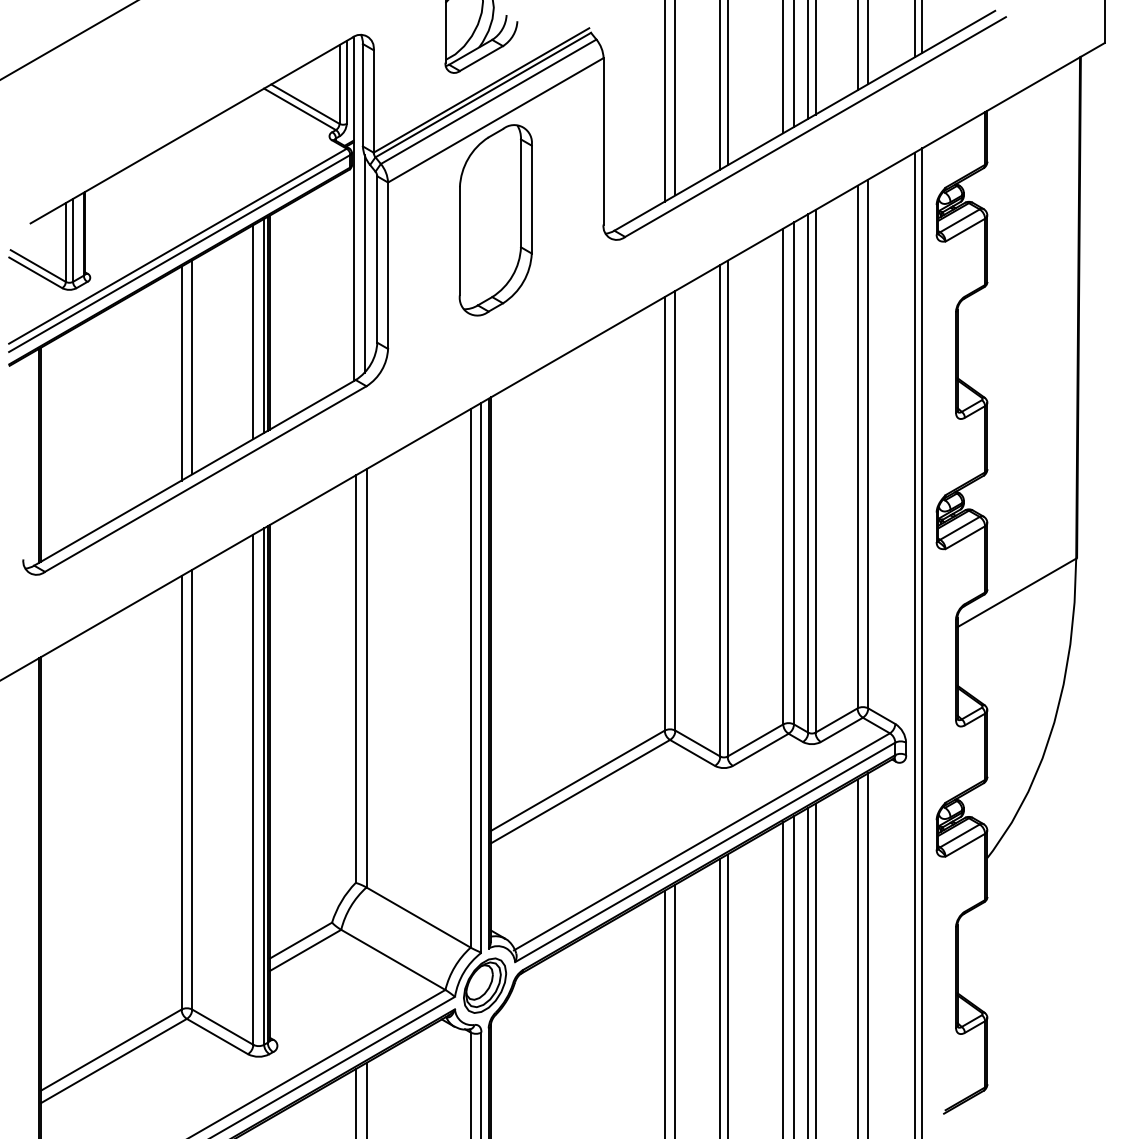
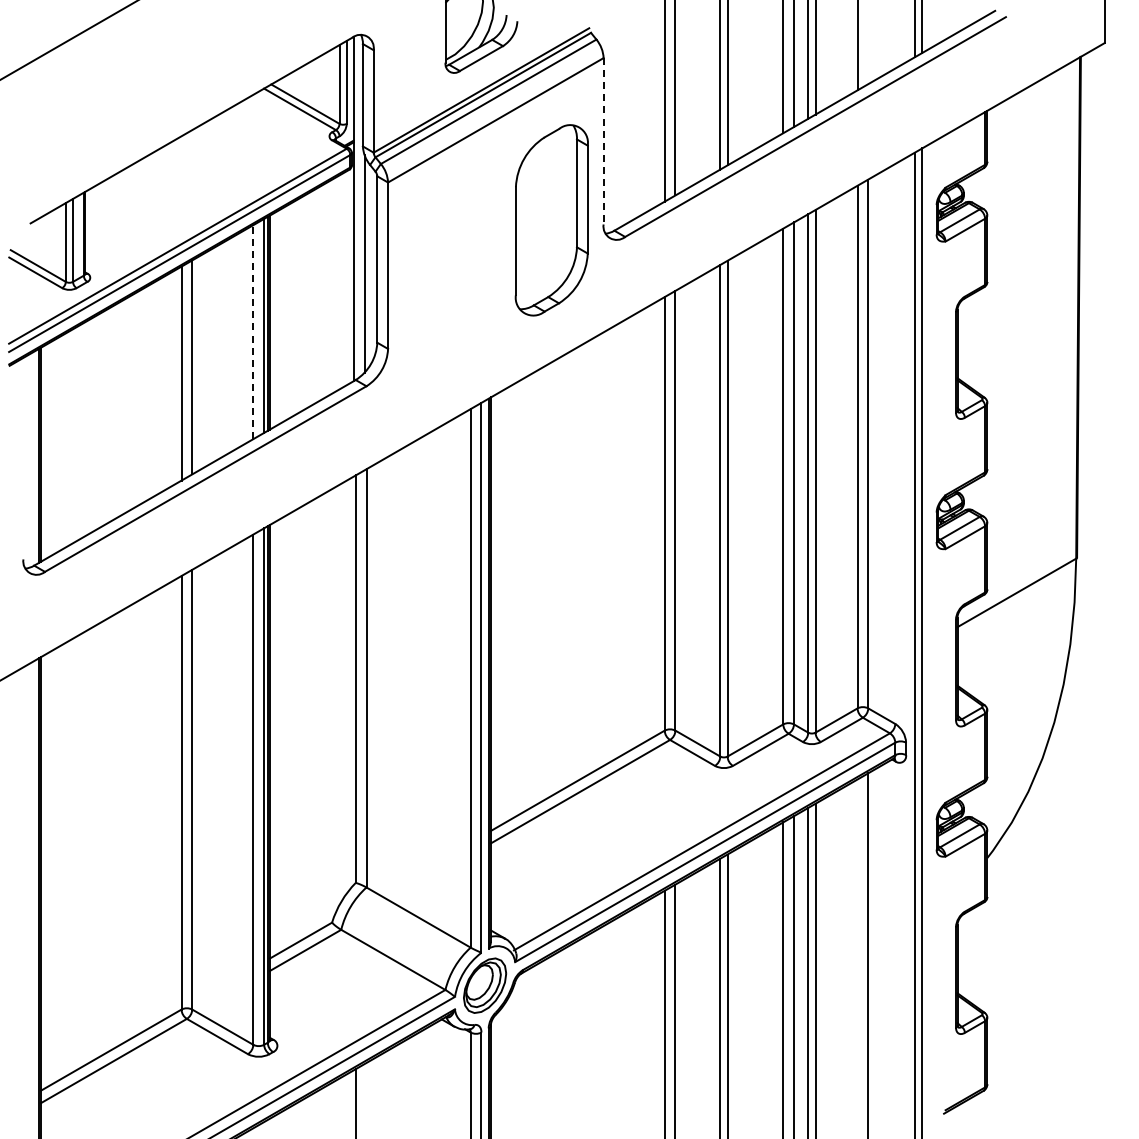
line at (868, 43): present -> none
line at (603, 141): solid -> dashed
part at (495, 220) position: (495, 220) -> (551, 220)
line at (253, 332): solid -> dashed
line at (857, 957): present -> none
line at (366, 1098): present -> none
